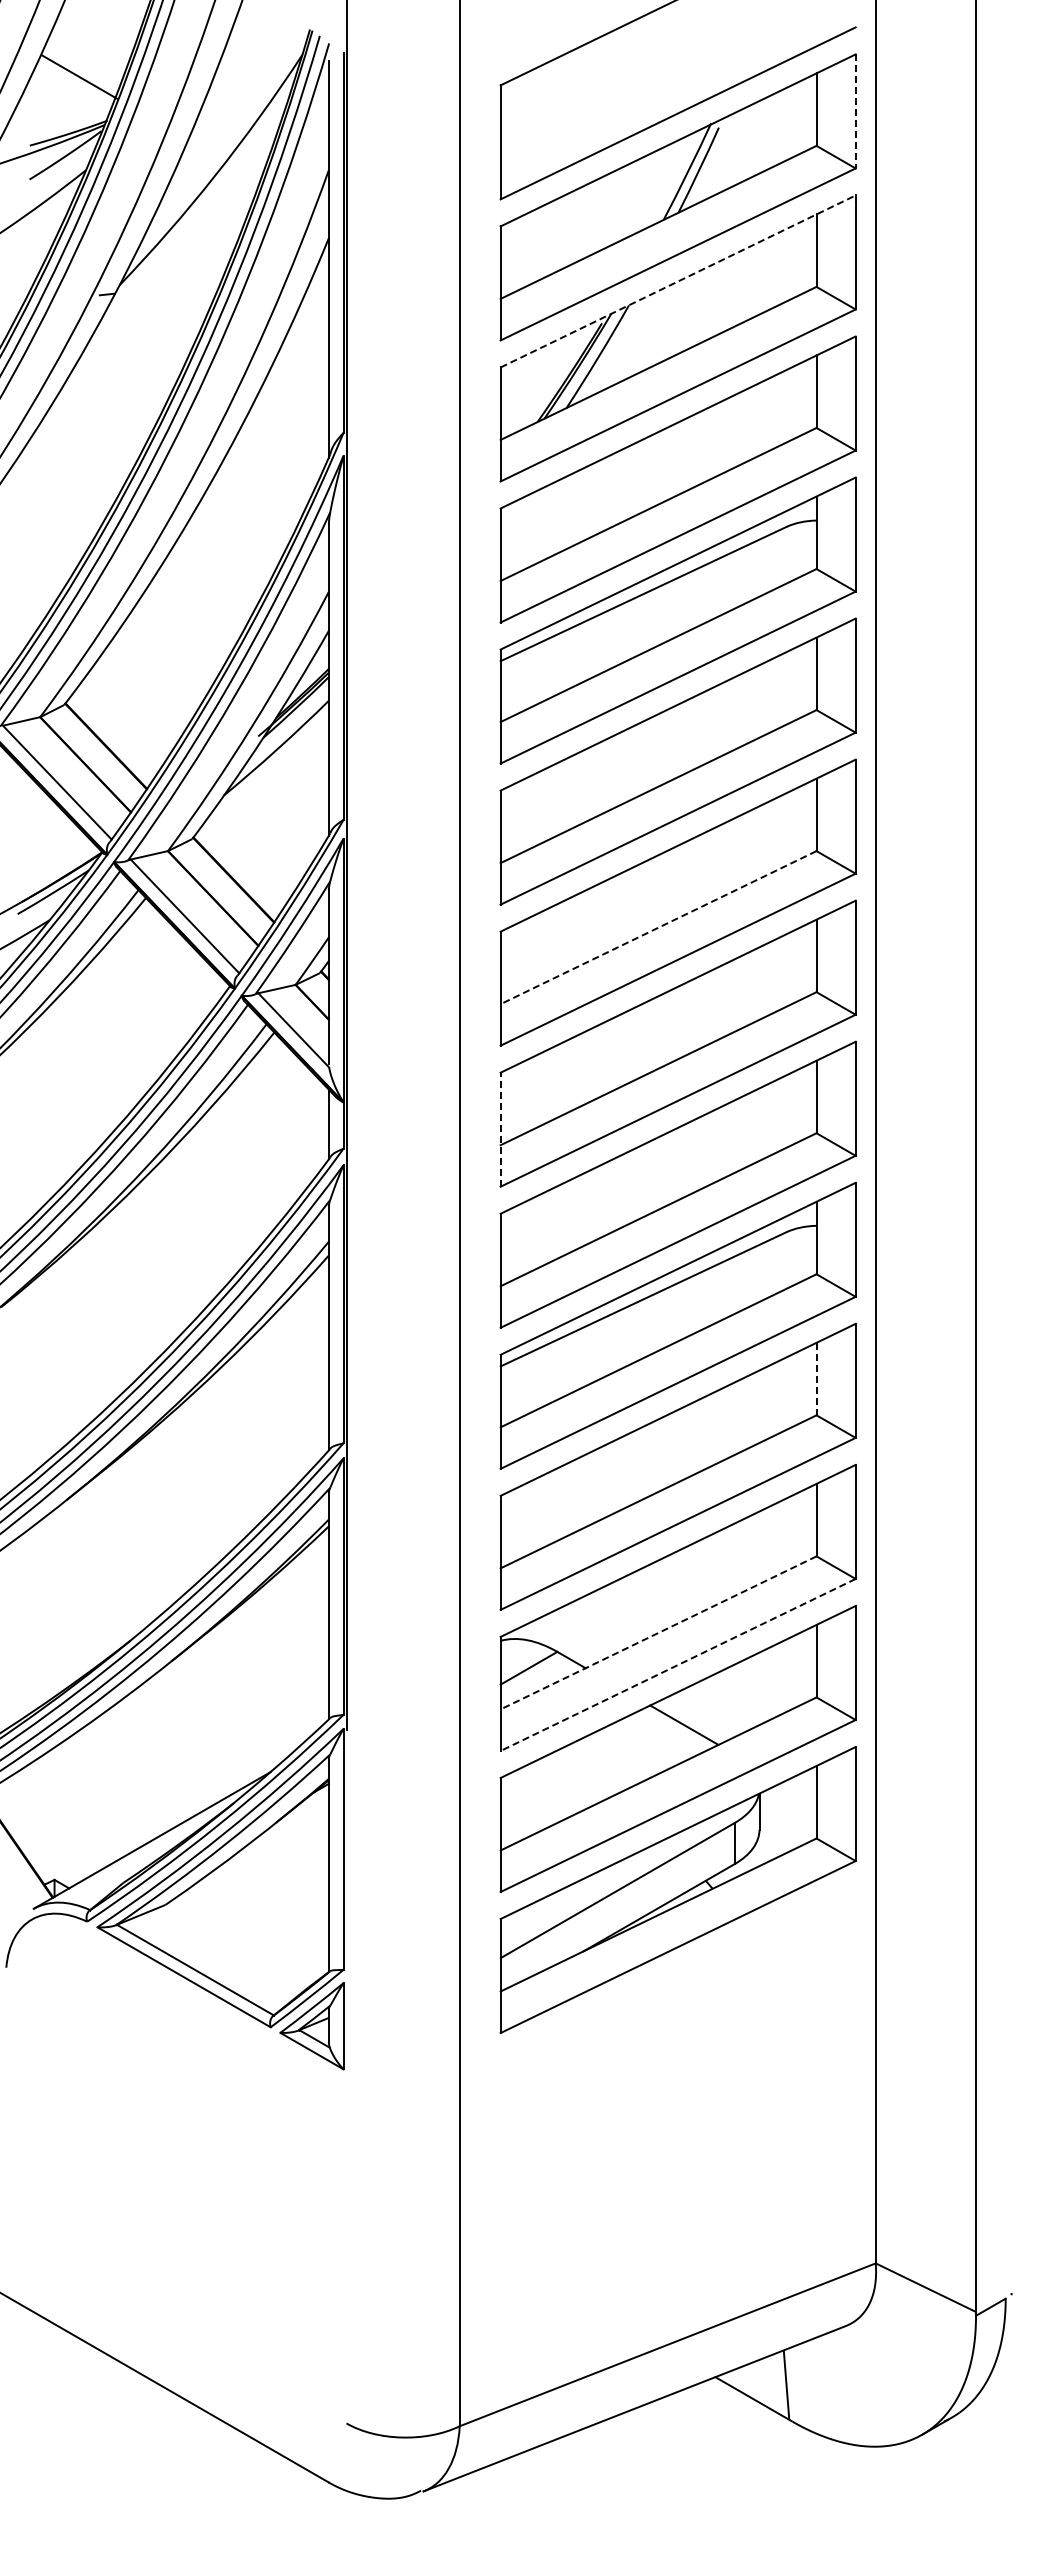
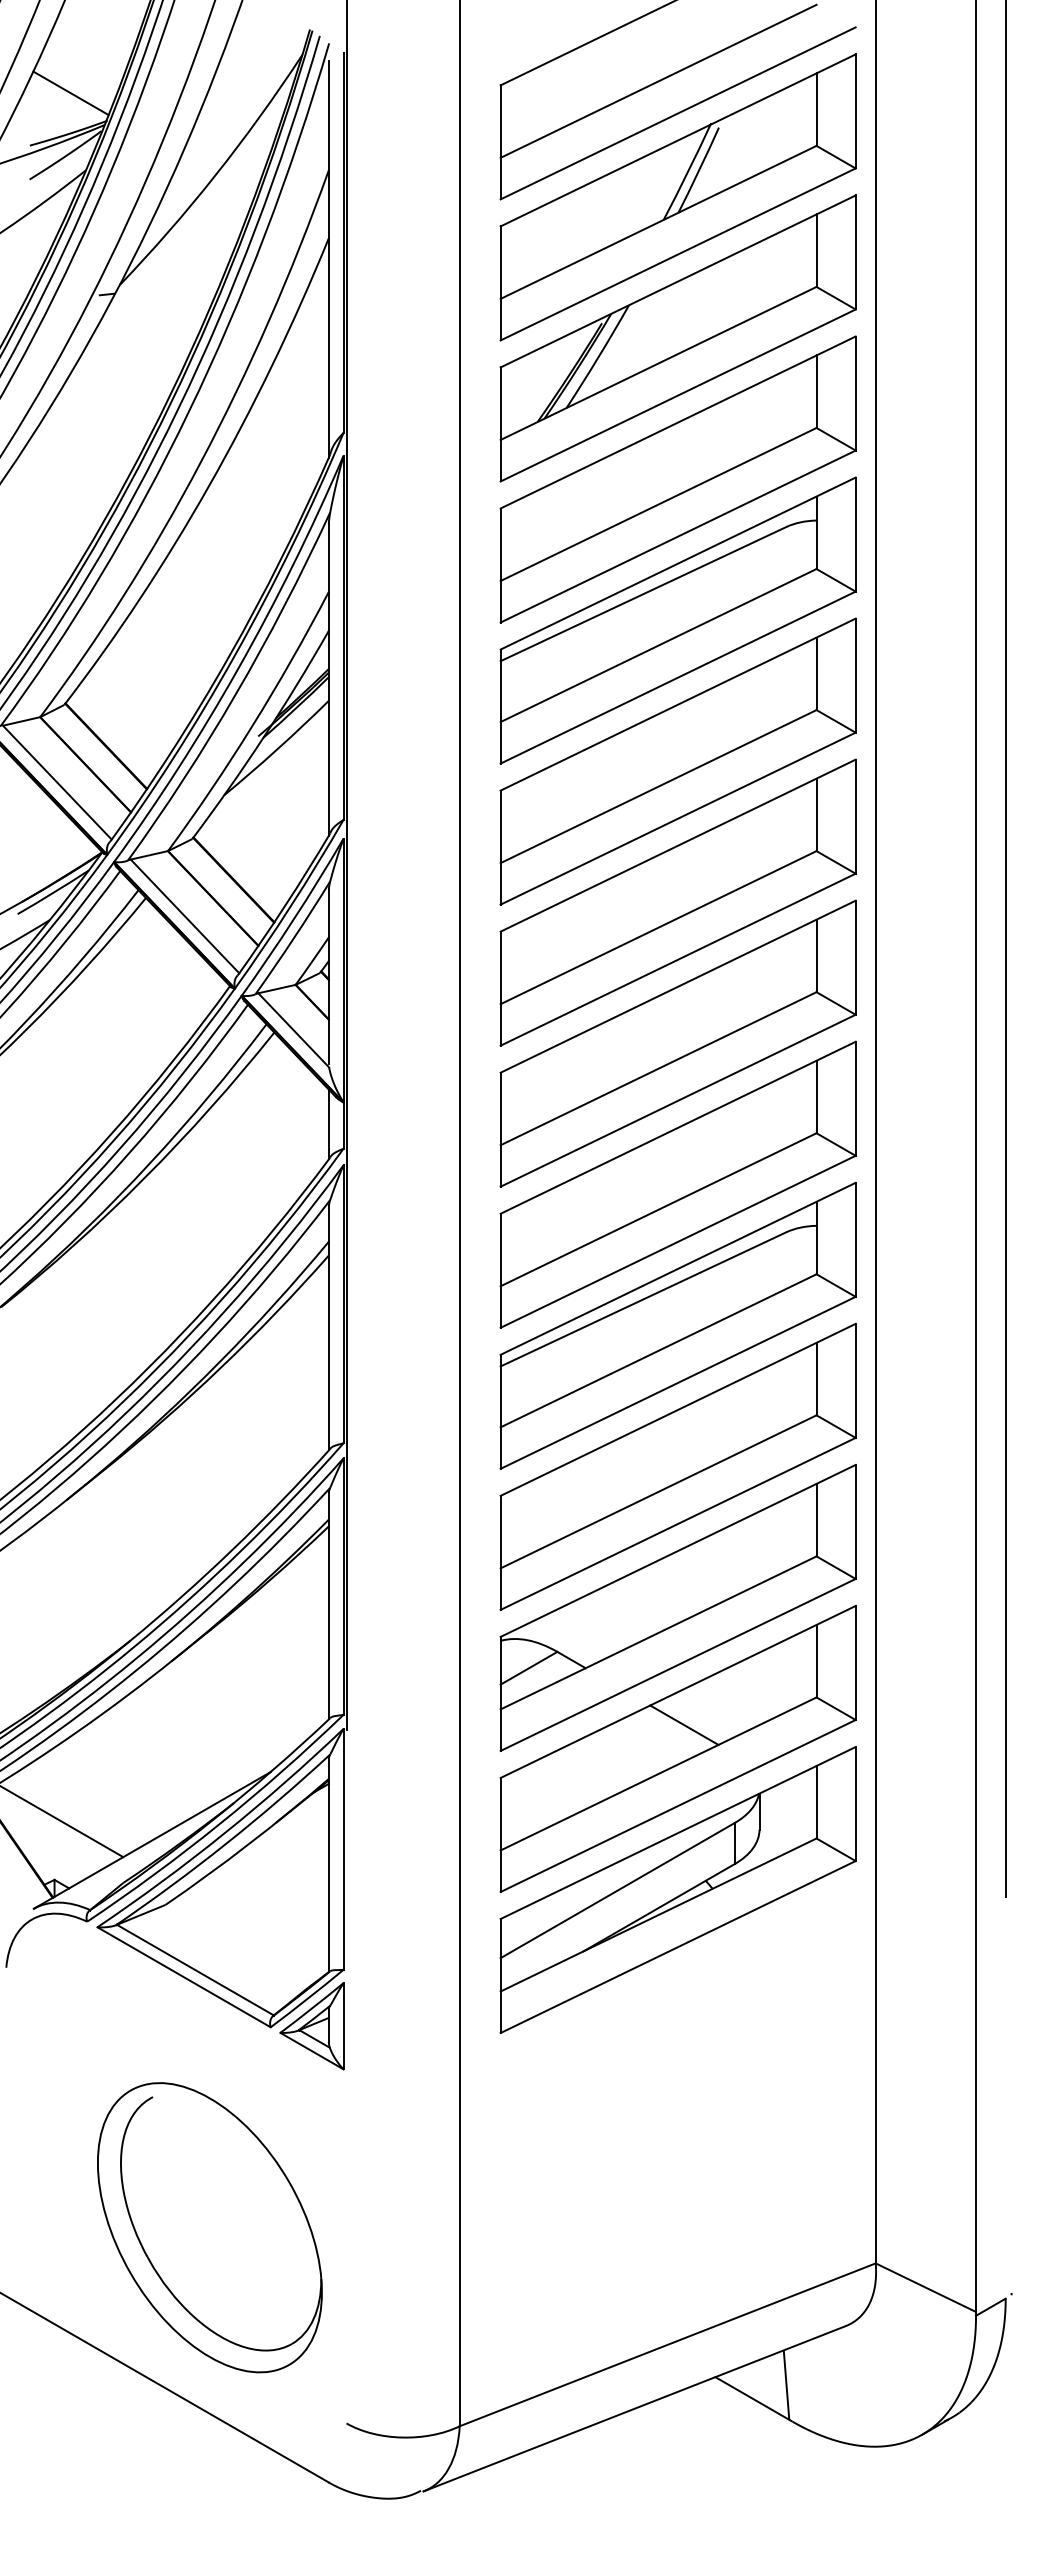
line at (79, 77) position: (79, 77) -> (70, 93)
line at (658, 80): none -> present
line at (855, 111): dashed -> solid
line at (678, 281): dashed -> solid
line at (658, 927): dashed -> solid
line at (1005, 949): none -> present
line at (500, 1129): dashed -> solid
line at (816, 1379): dashed -> solid
line at (658, 1633): dashed -> solid
line at (677, 1665): dashed -> solid
line at (62, 1822): none -> present
part at (209, 2227): none -> present
